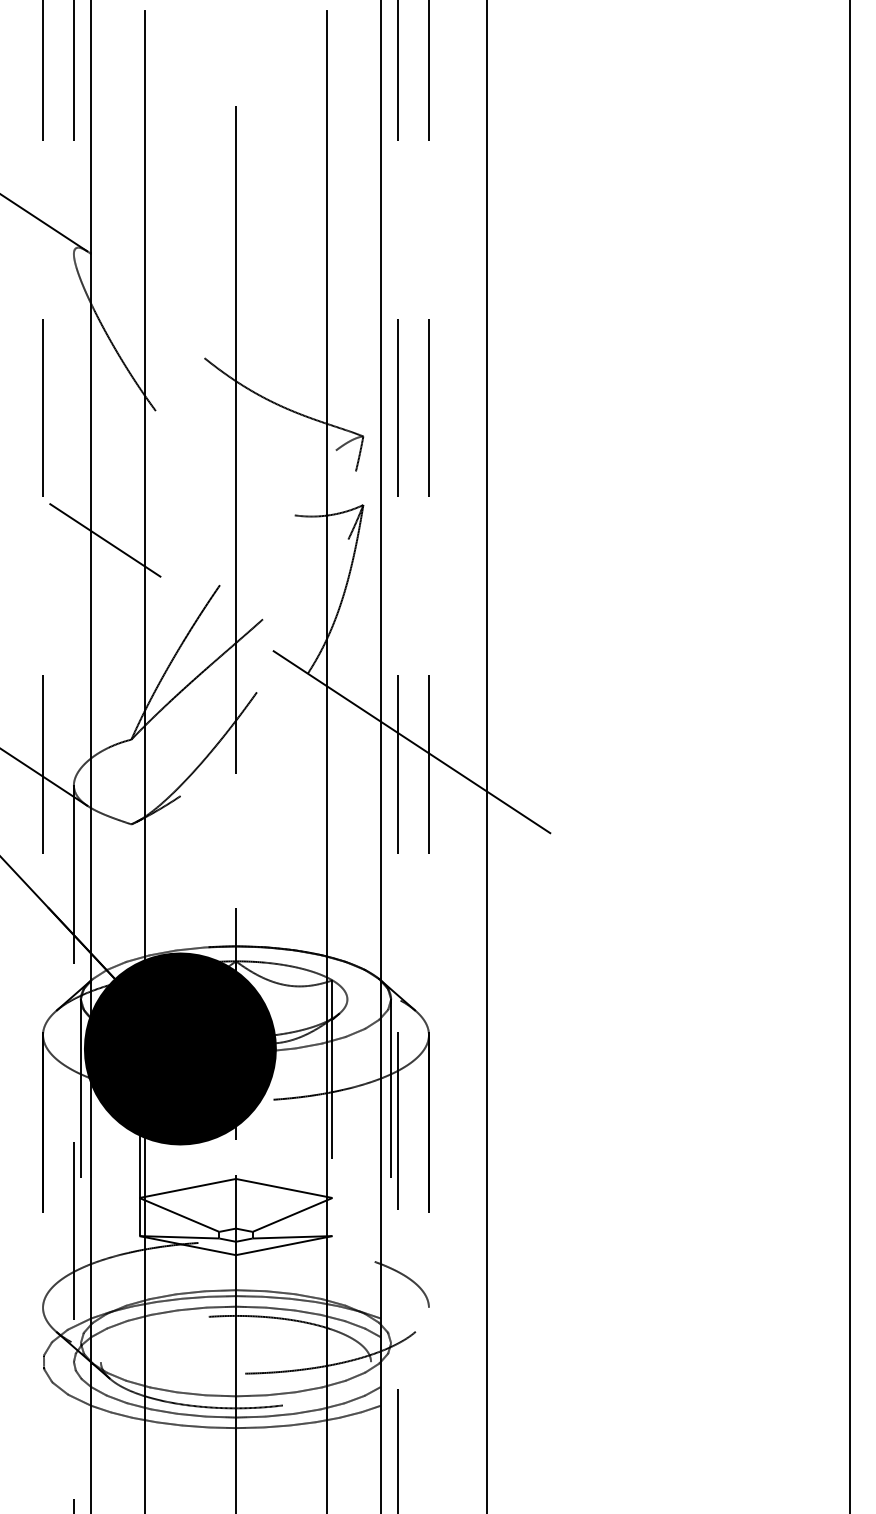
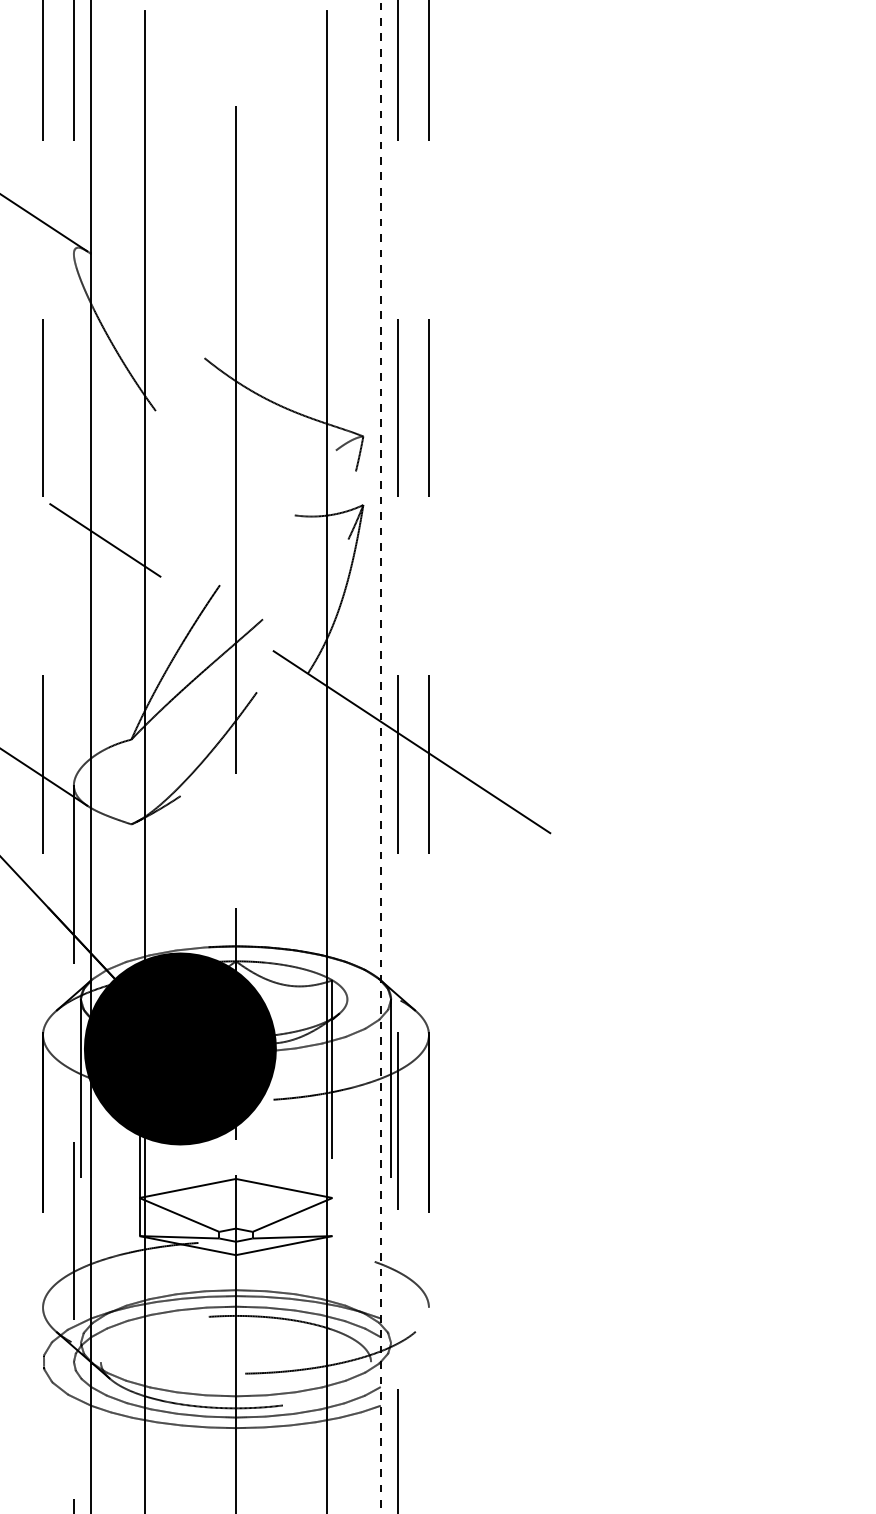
line at (380, 756): solid -> dashed
line at (486, 756): present -> none
line at (849, 756): present -> none
